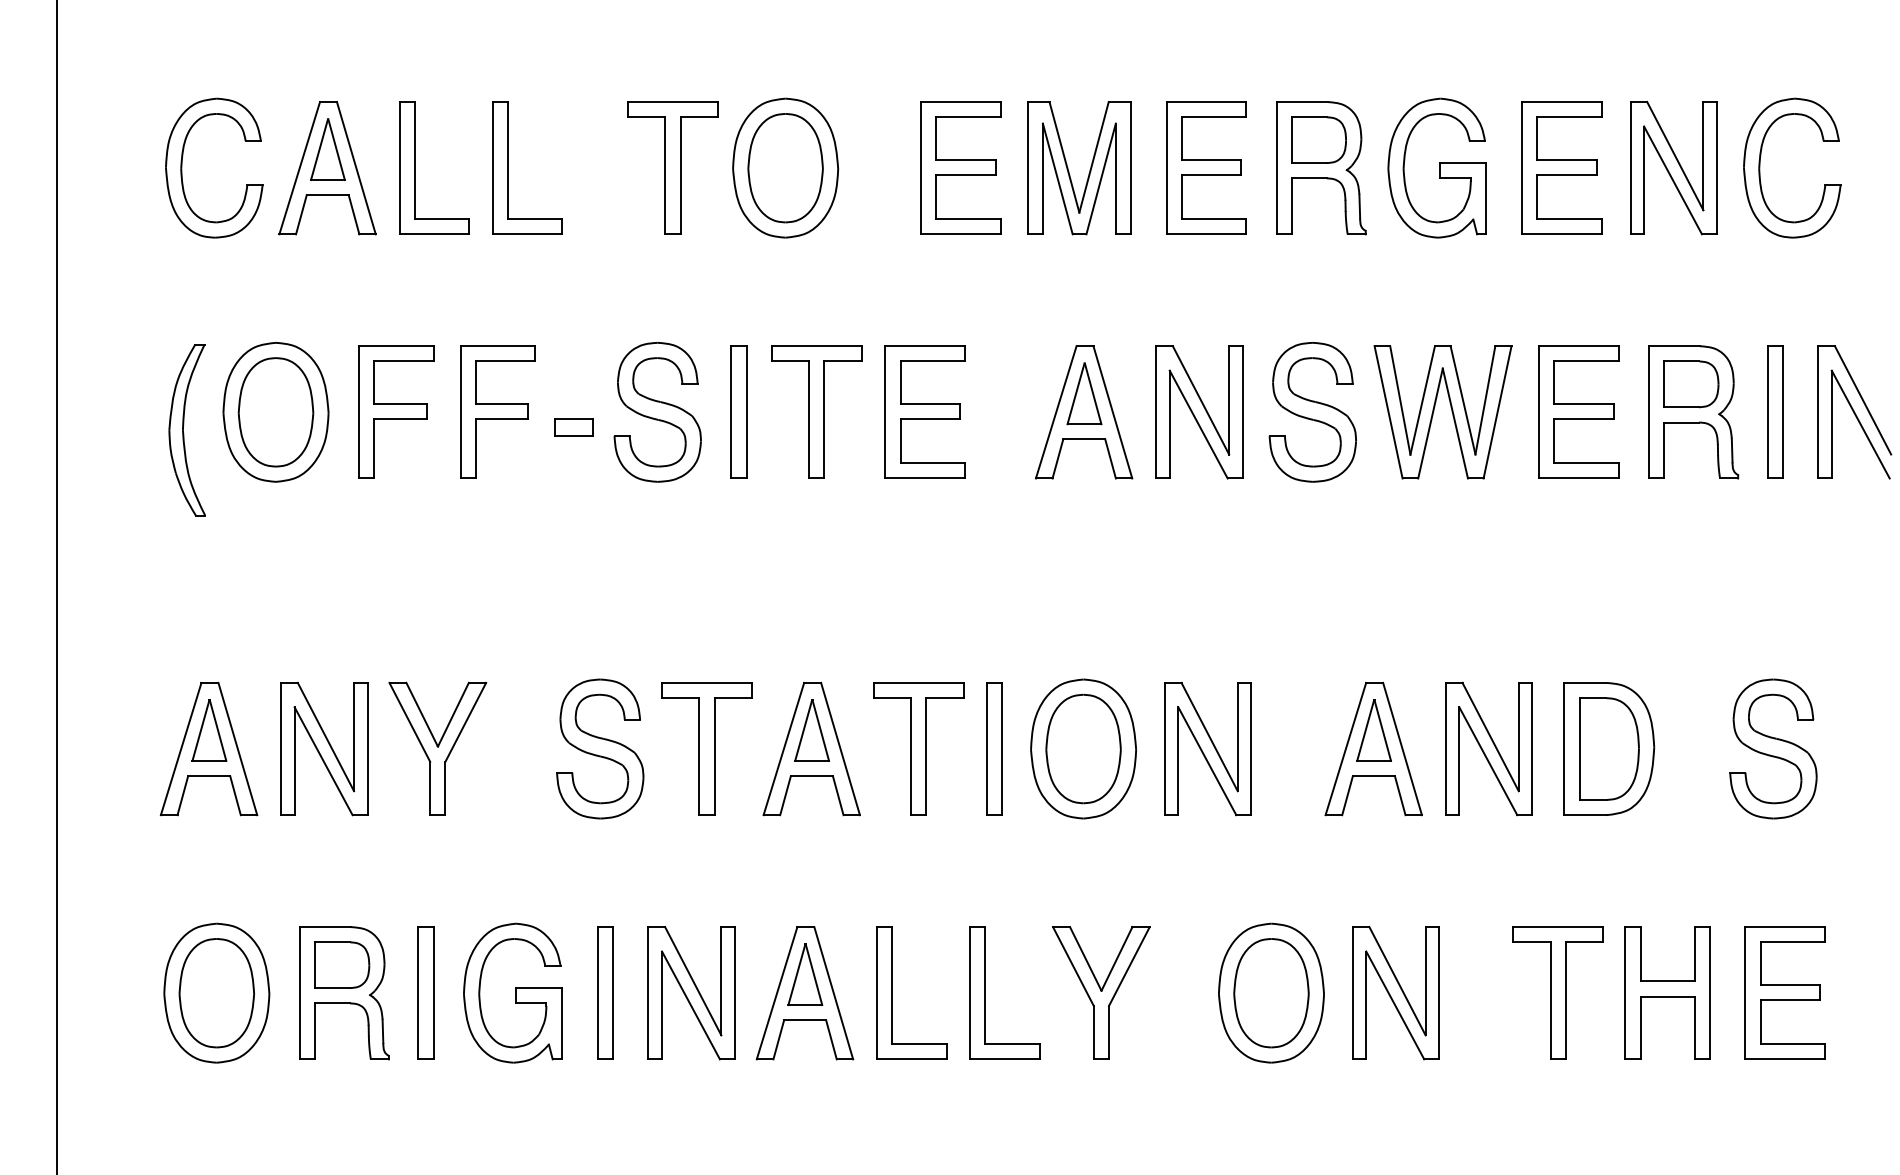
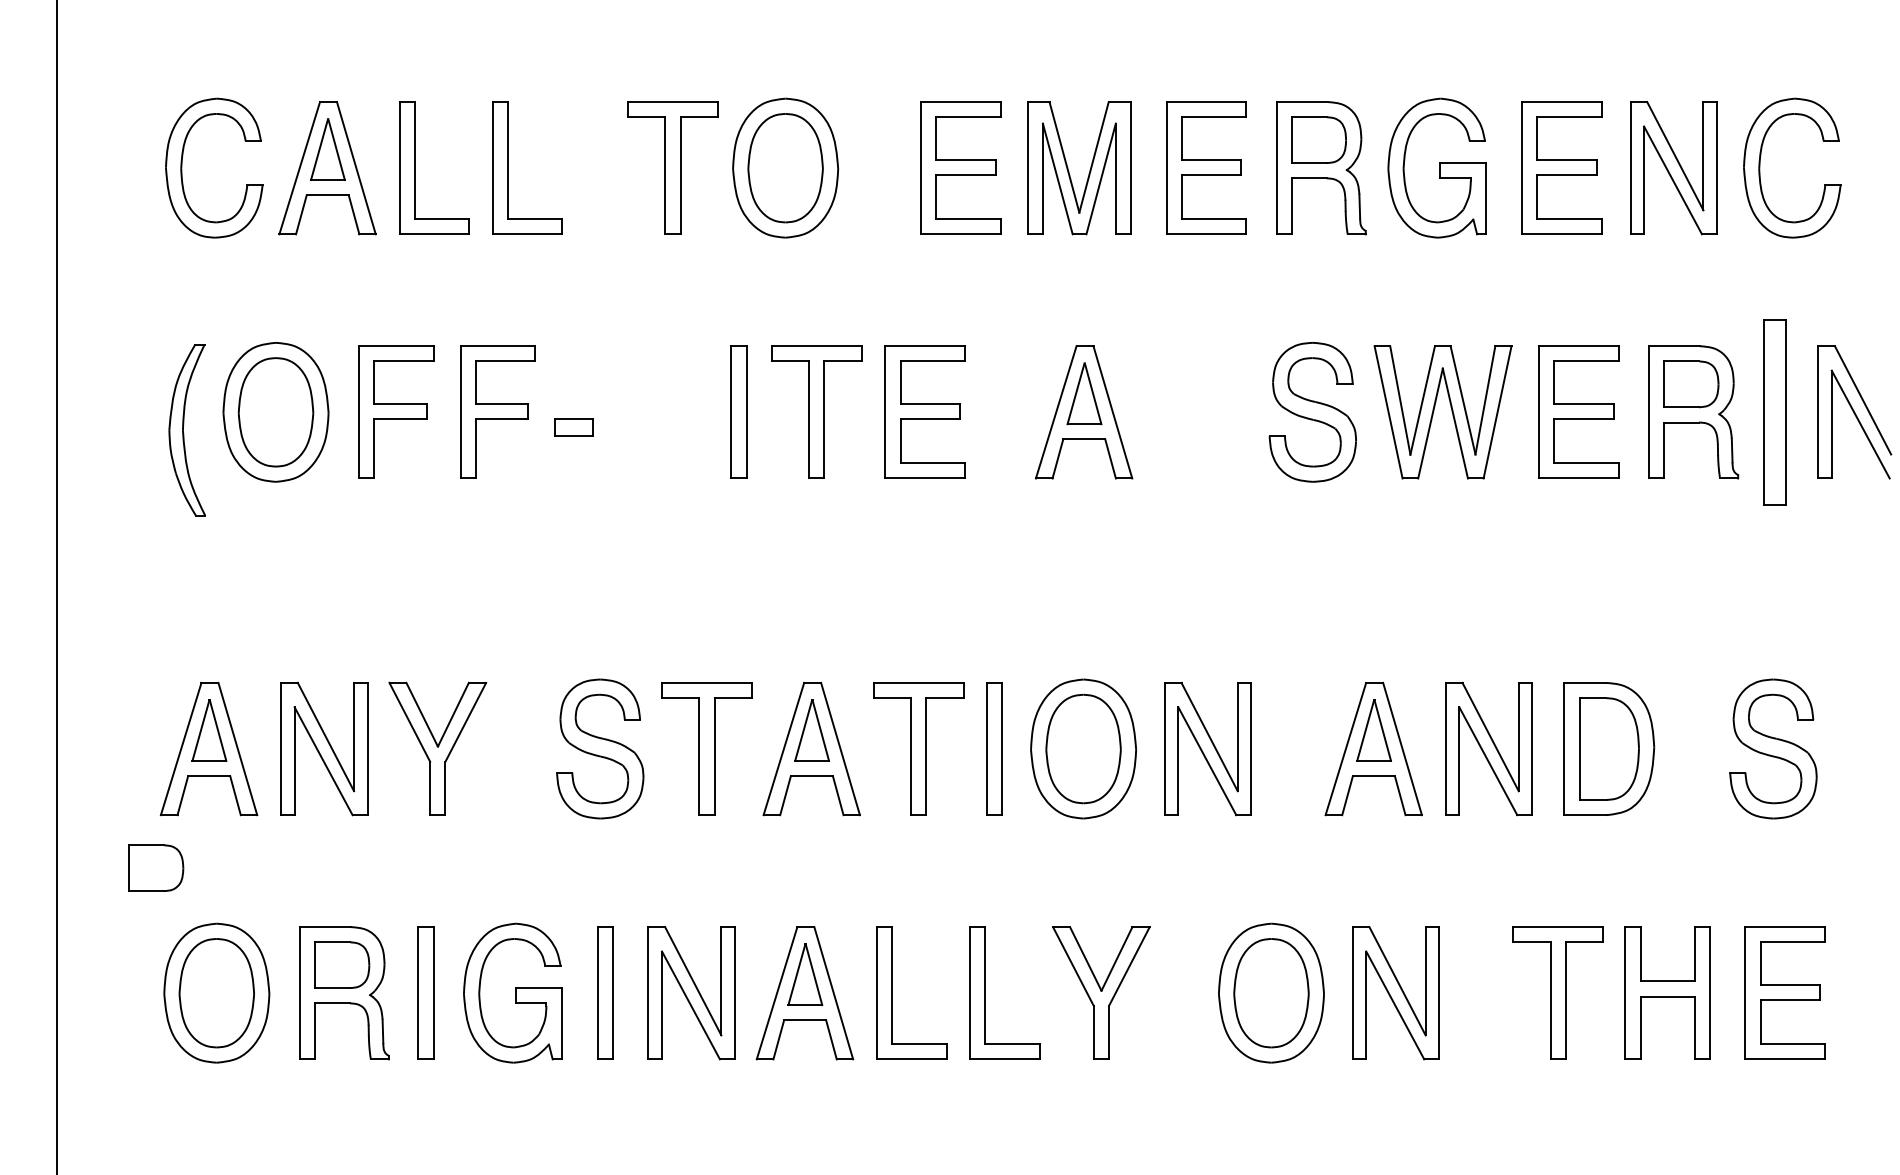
part at (1775, 411) size: 17x134 px -> 24x187 px
part at (657, 412): present -> none
part at (1199, 412): present -> none
part at (156, 867): none -> present
